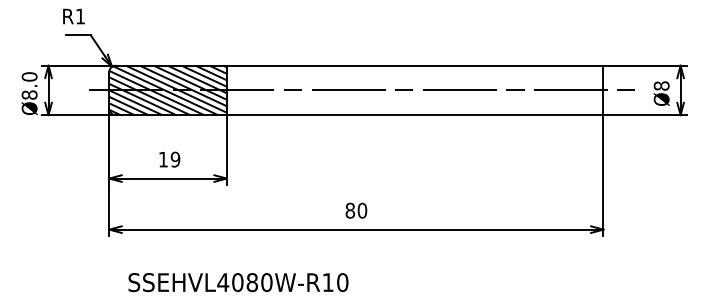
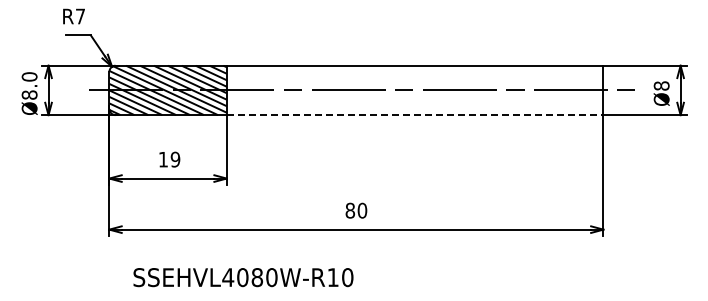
text at (80, 16): R1 -> R7
line at (415, 115): solid -> dashed
text at (238, 282) position: (238, 282) -> (243, 277)
